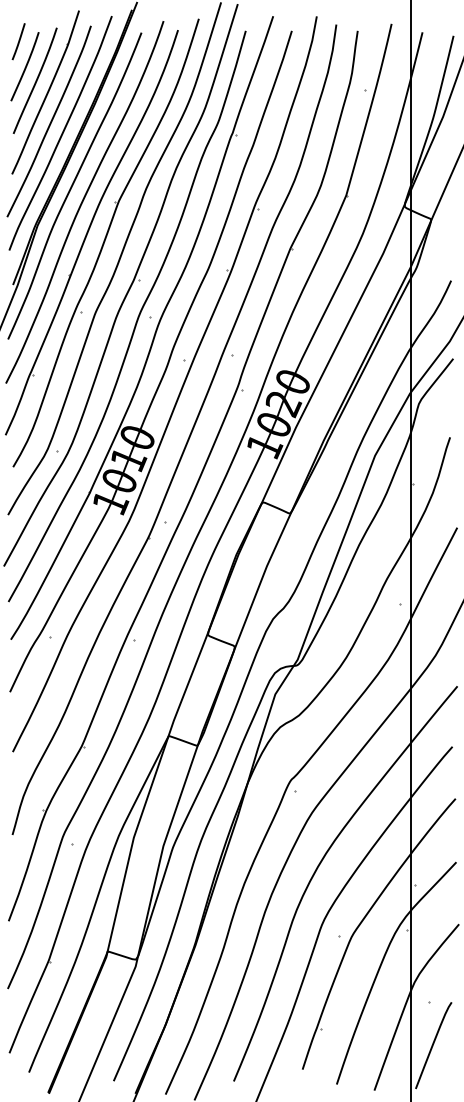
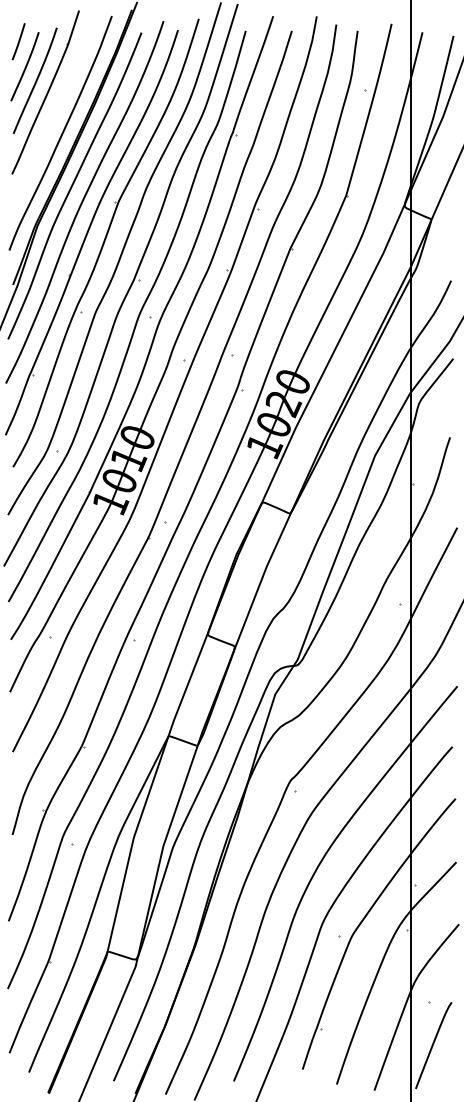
curve at (50, 121): present -> none
